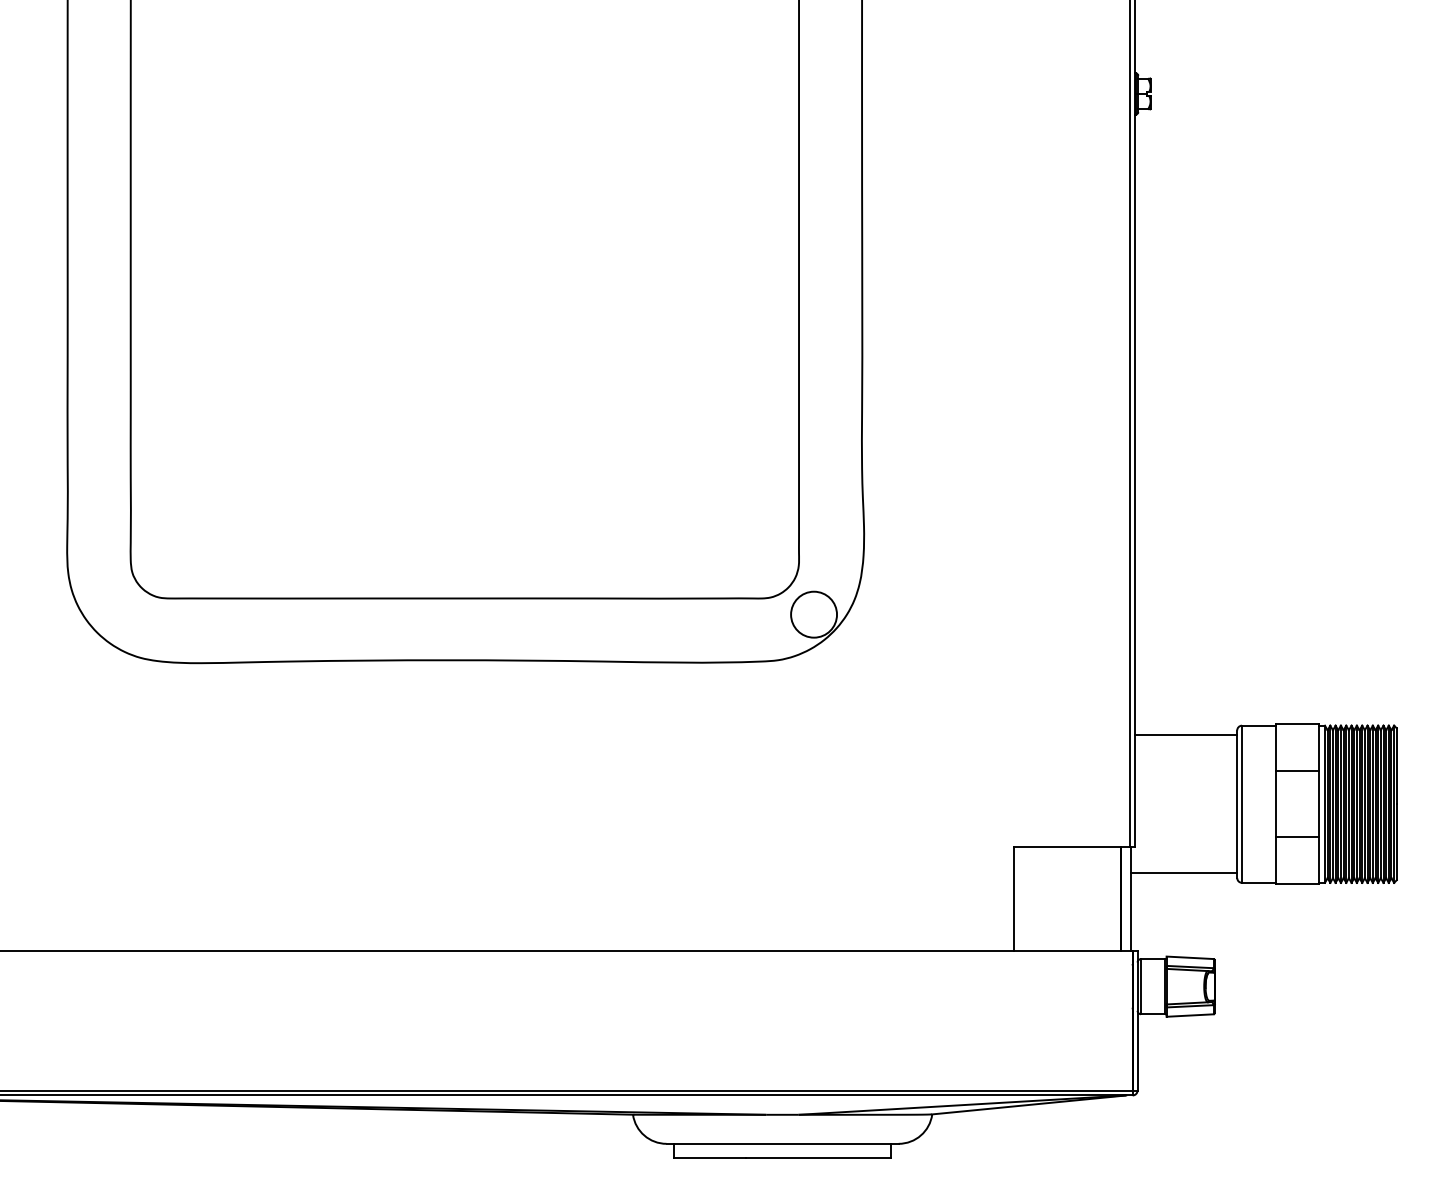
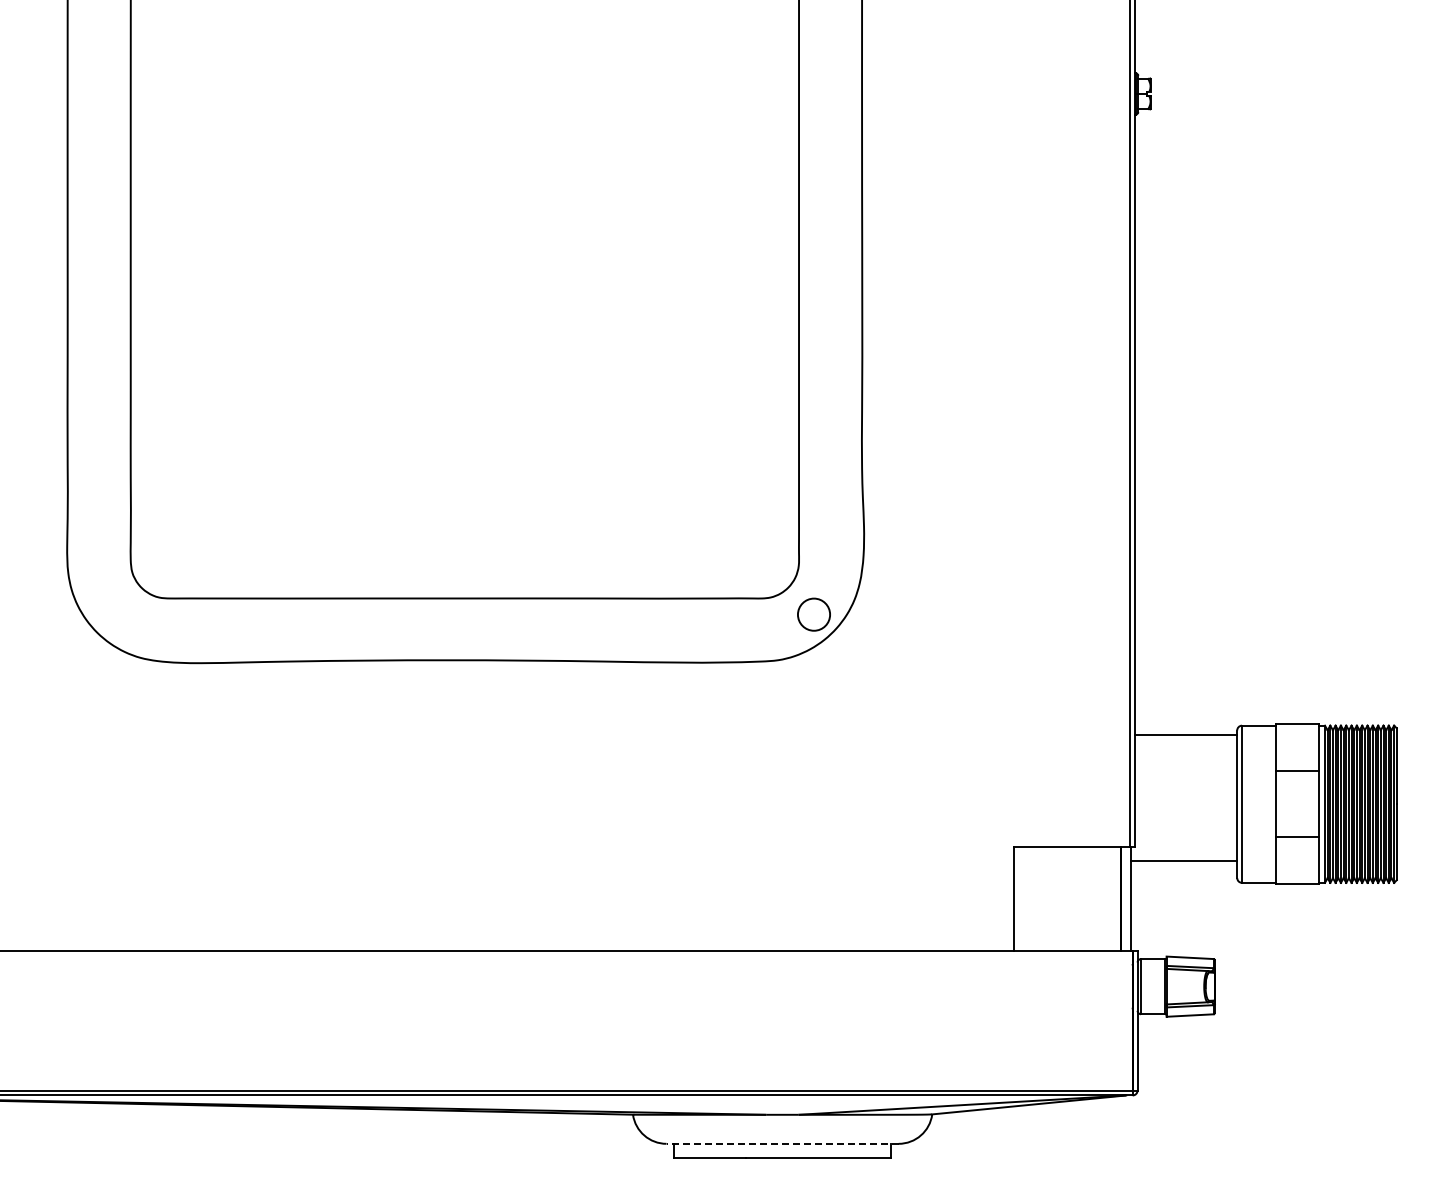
circle at (814, 614) diameter: 46 px -> 32 px
line at (1183, 873) position: (1183, 873) -> (1183, 861)
line at (782, 1143): solid -> dashed
